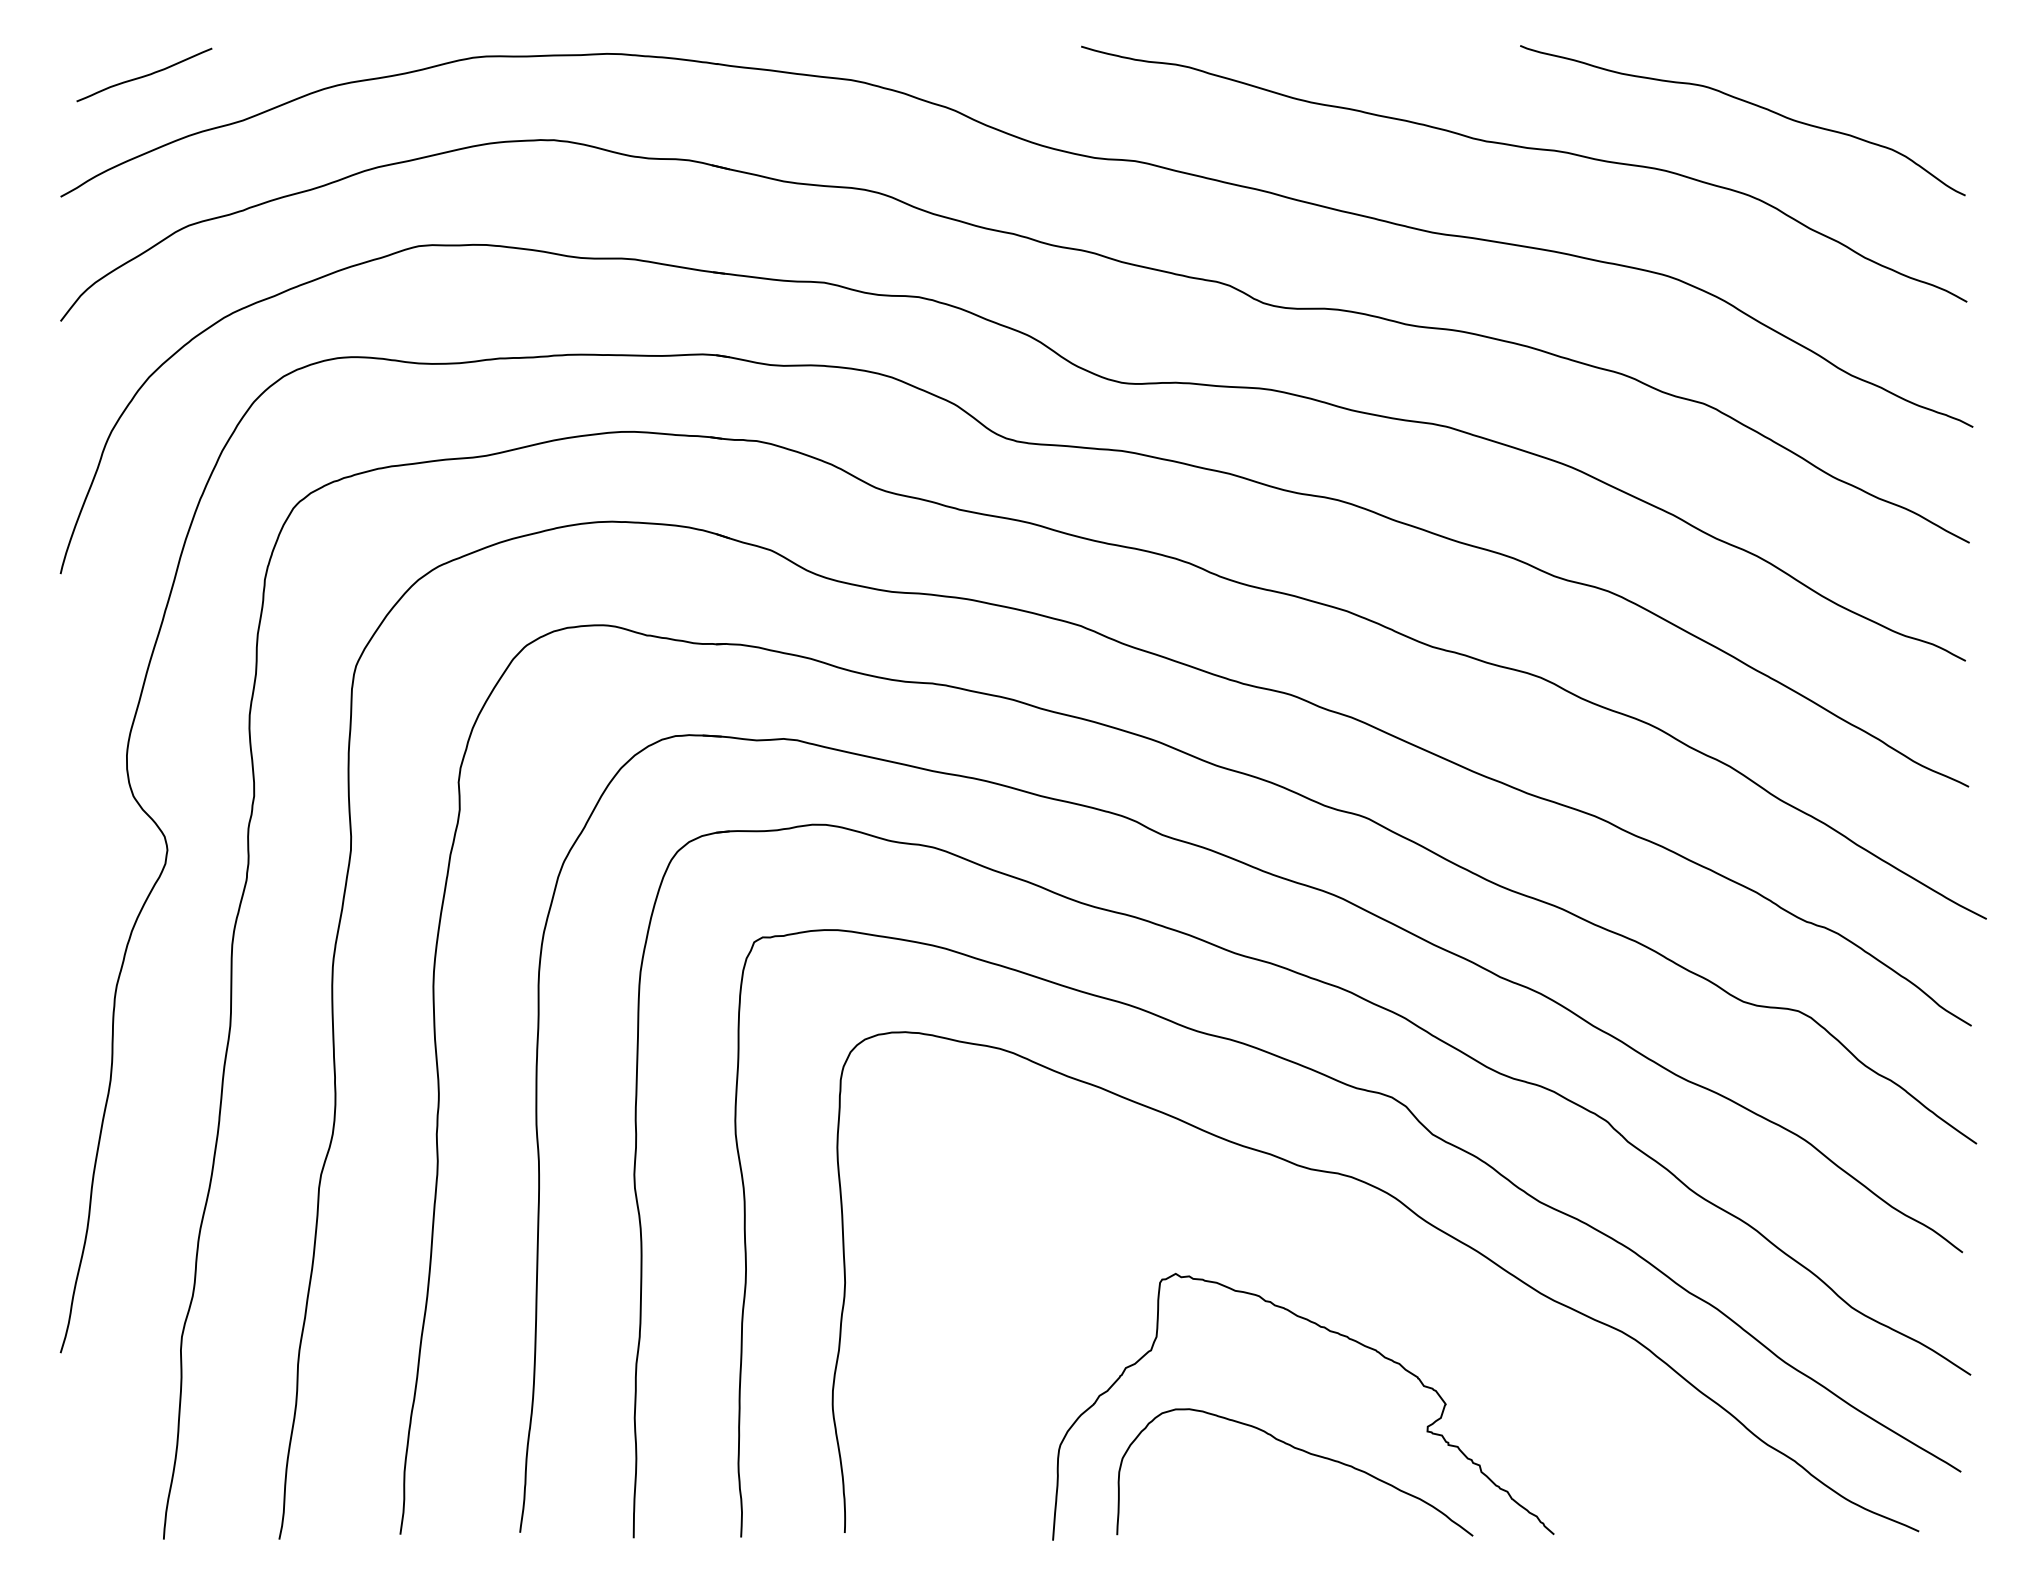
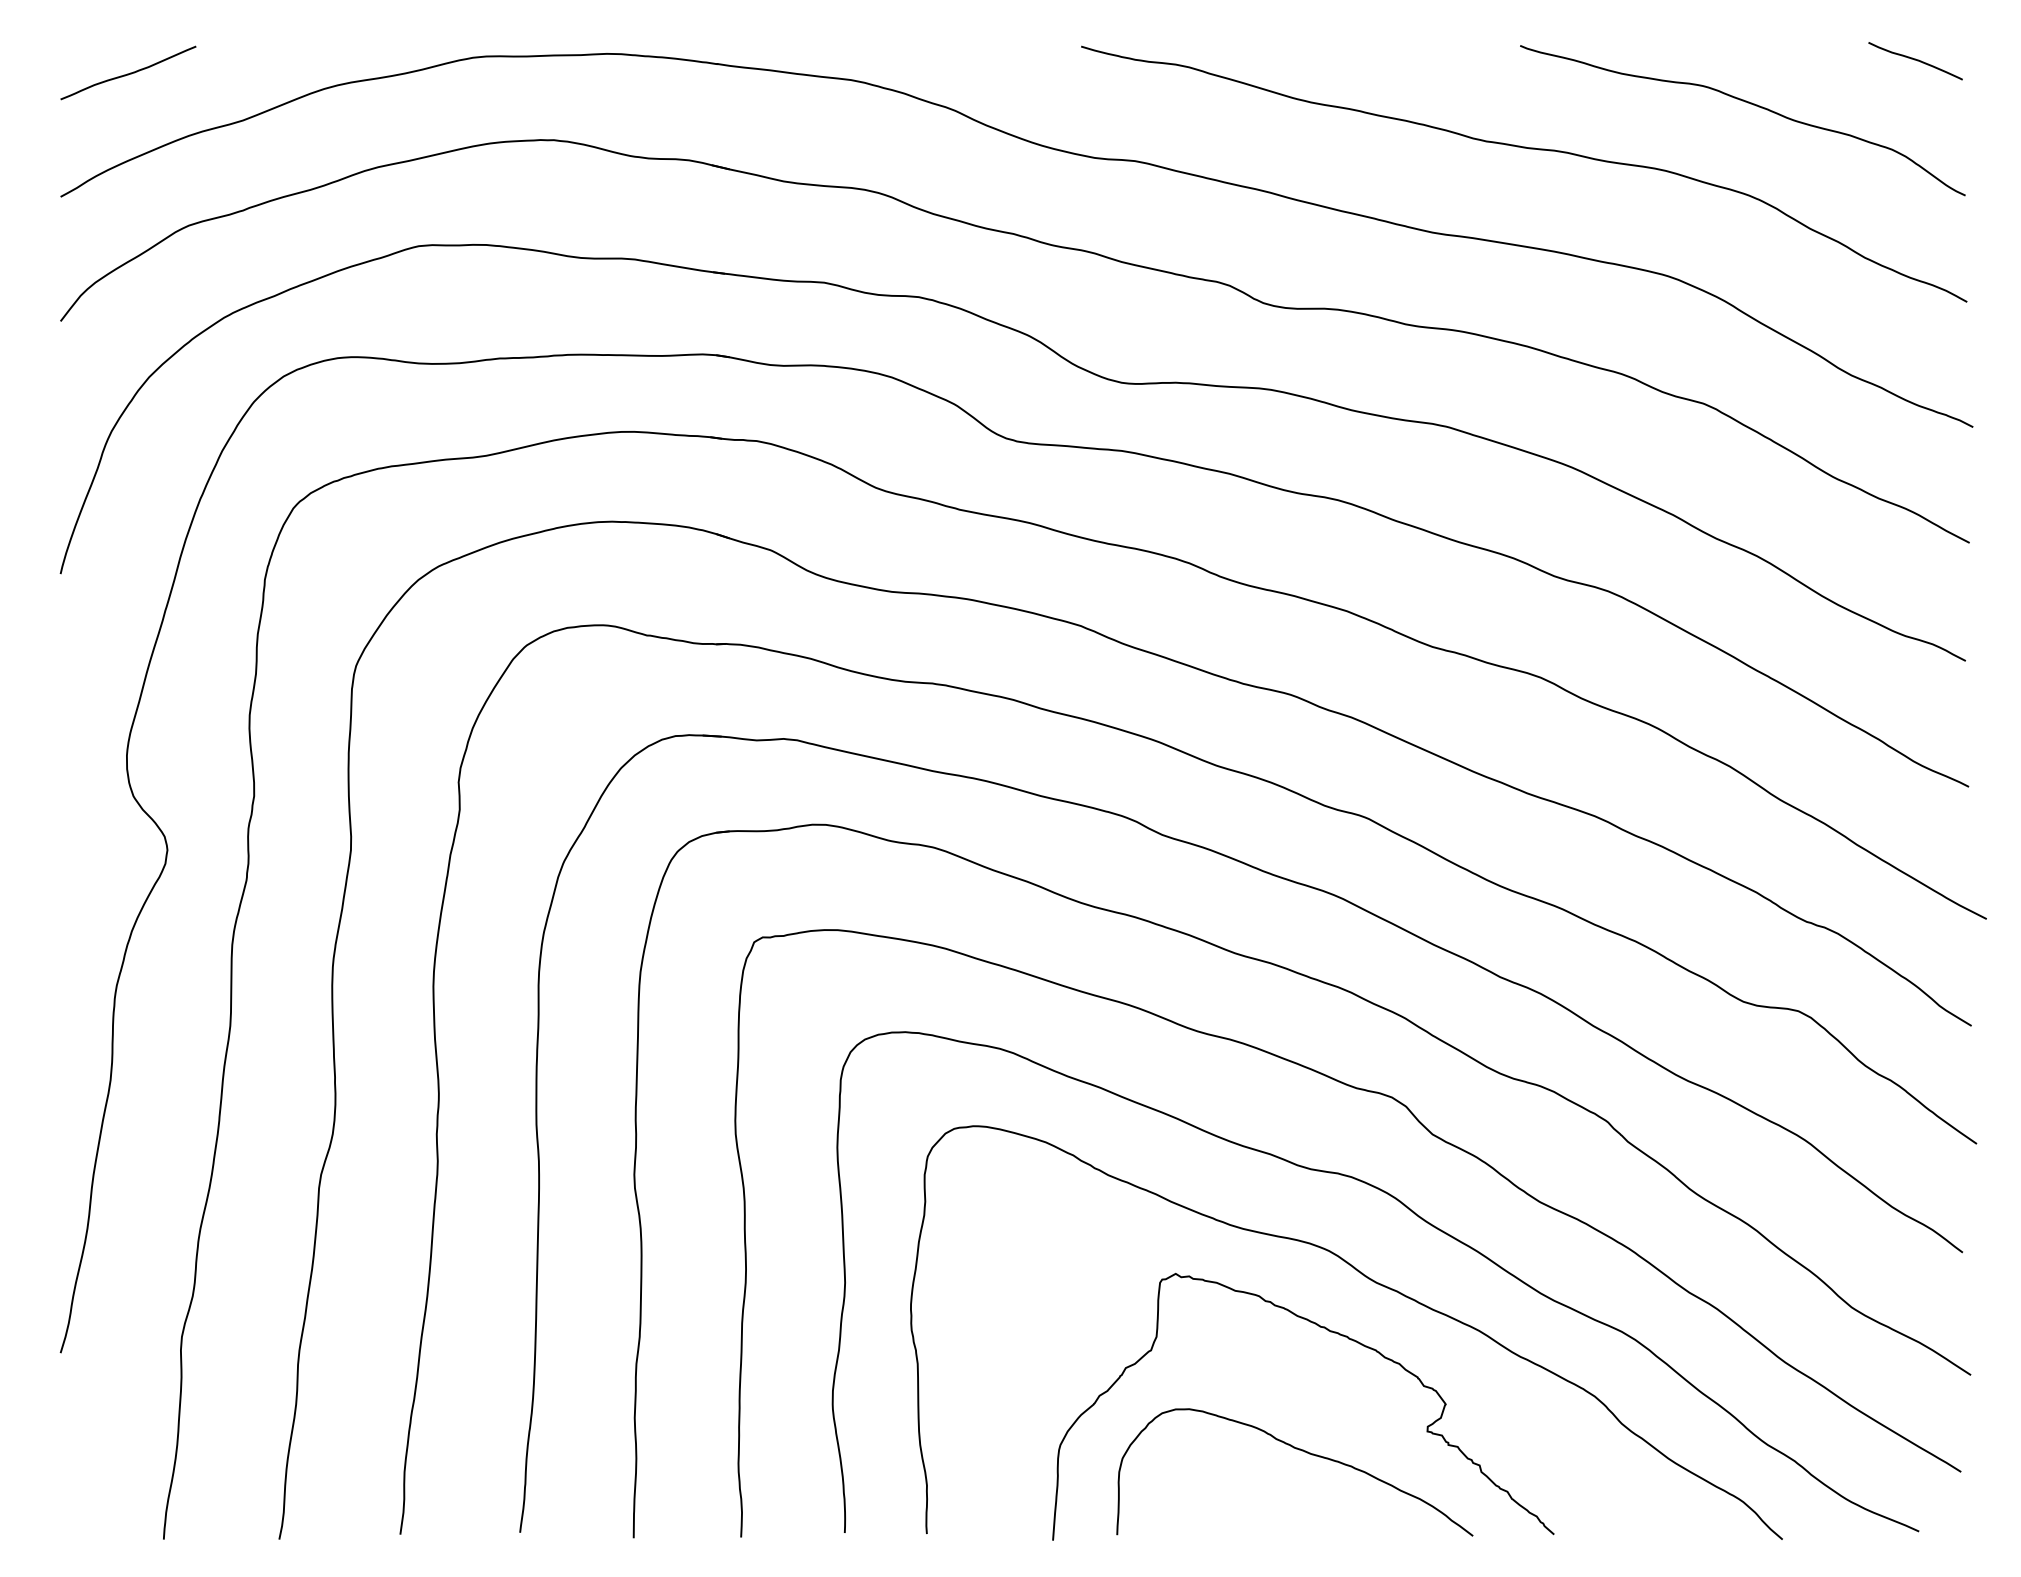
curve at (1915, 60): none -> present
curve at (144, 75) position: (144, 75) -> (128, 73)
curve at (1373, 1282): none -> present
